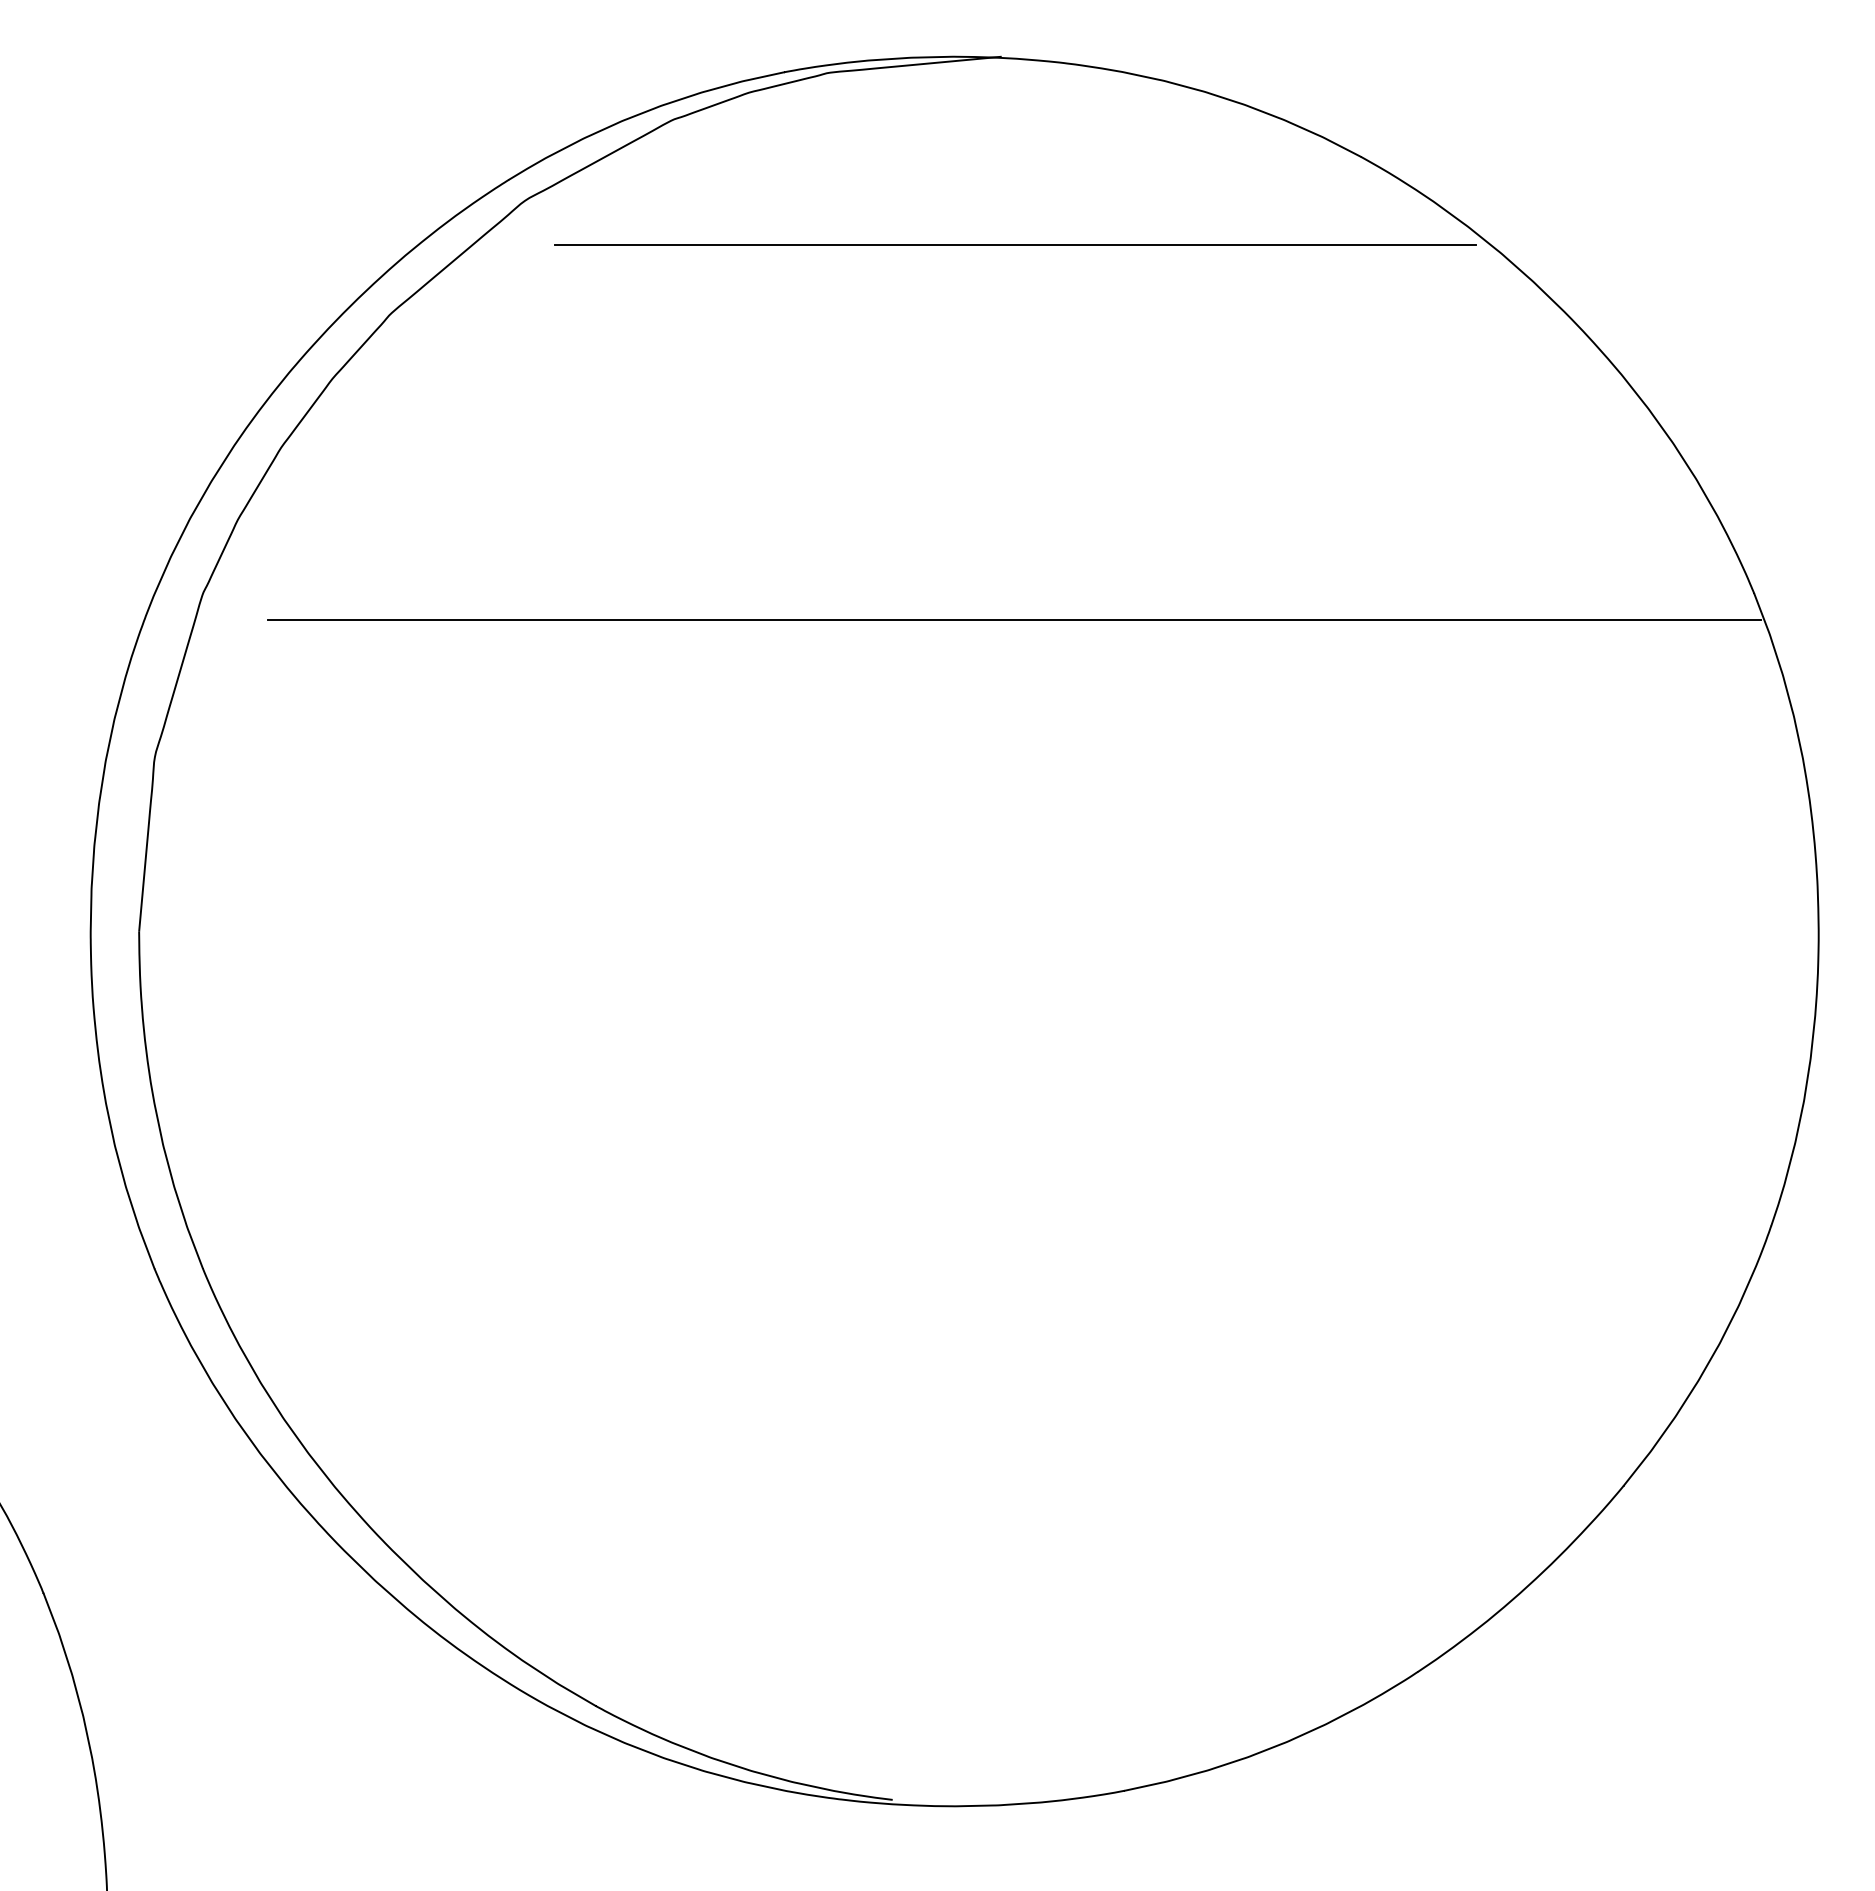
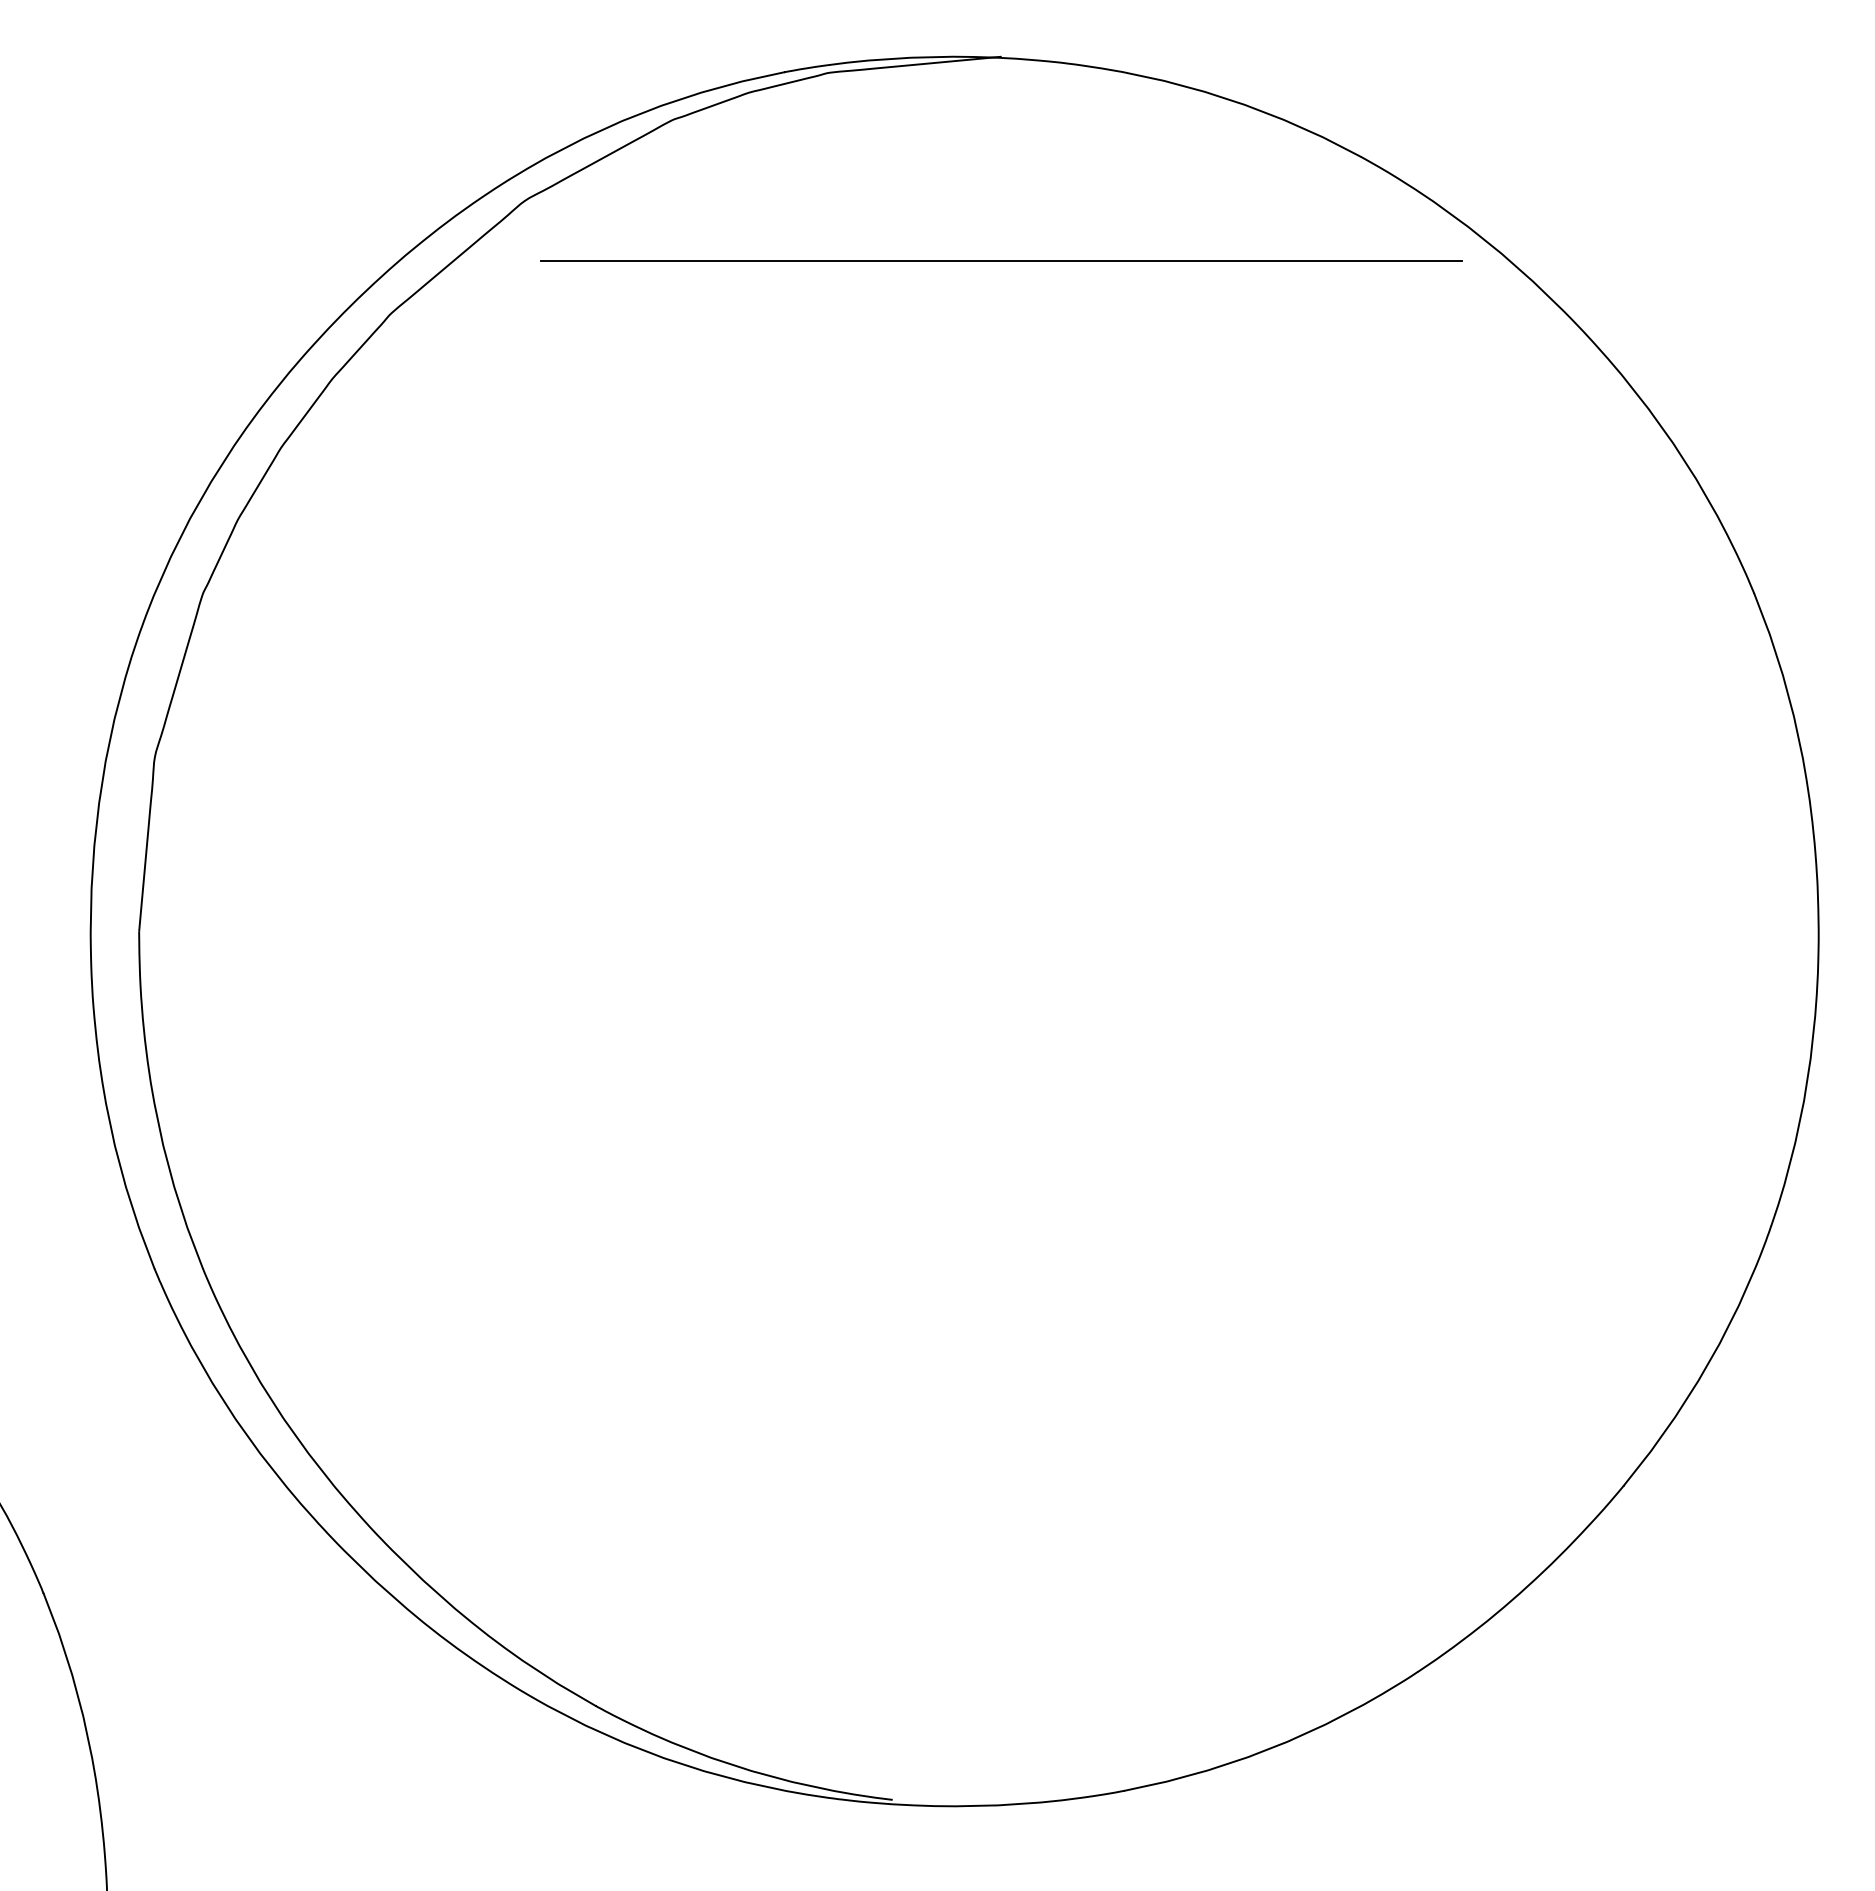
line at (1015, 244) position: (1015, 244) -> (1001, 260)
line at (1013, 620): present -> none
